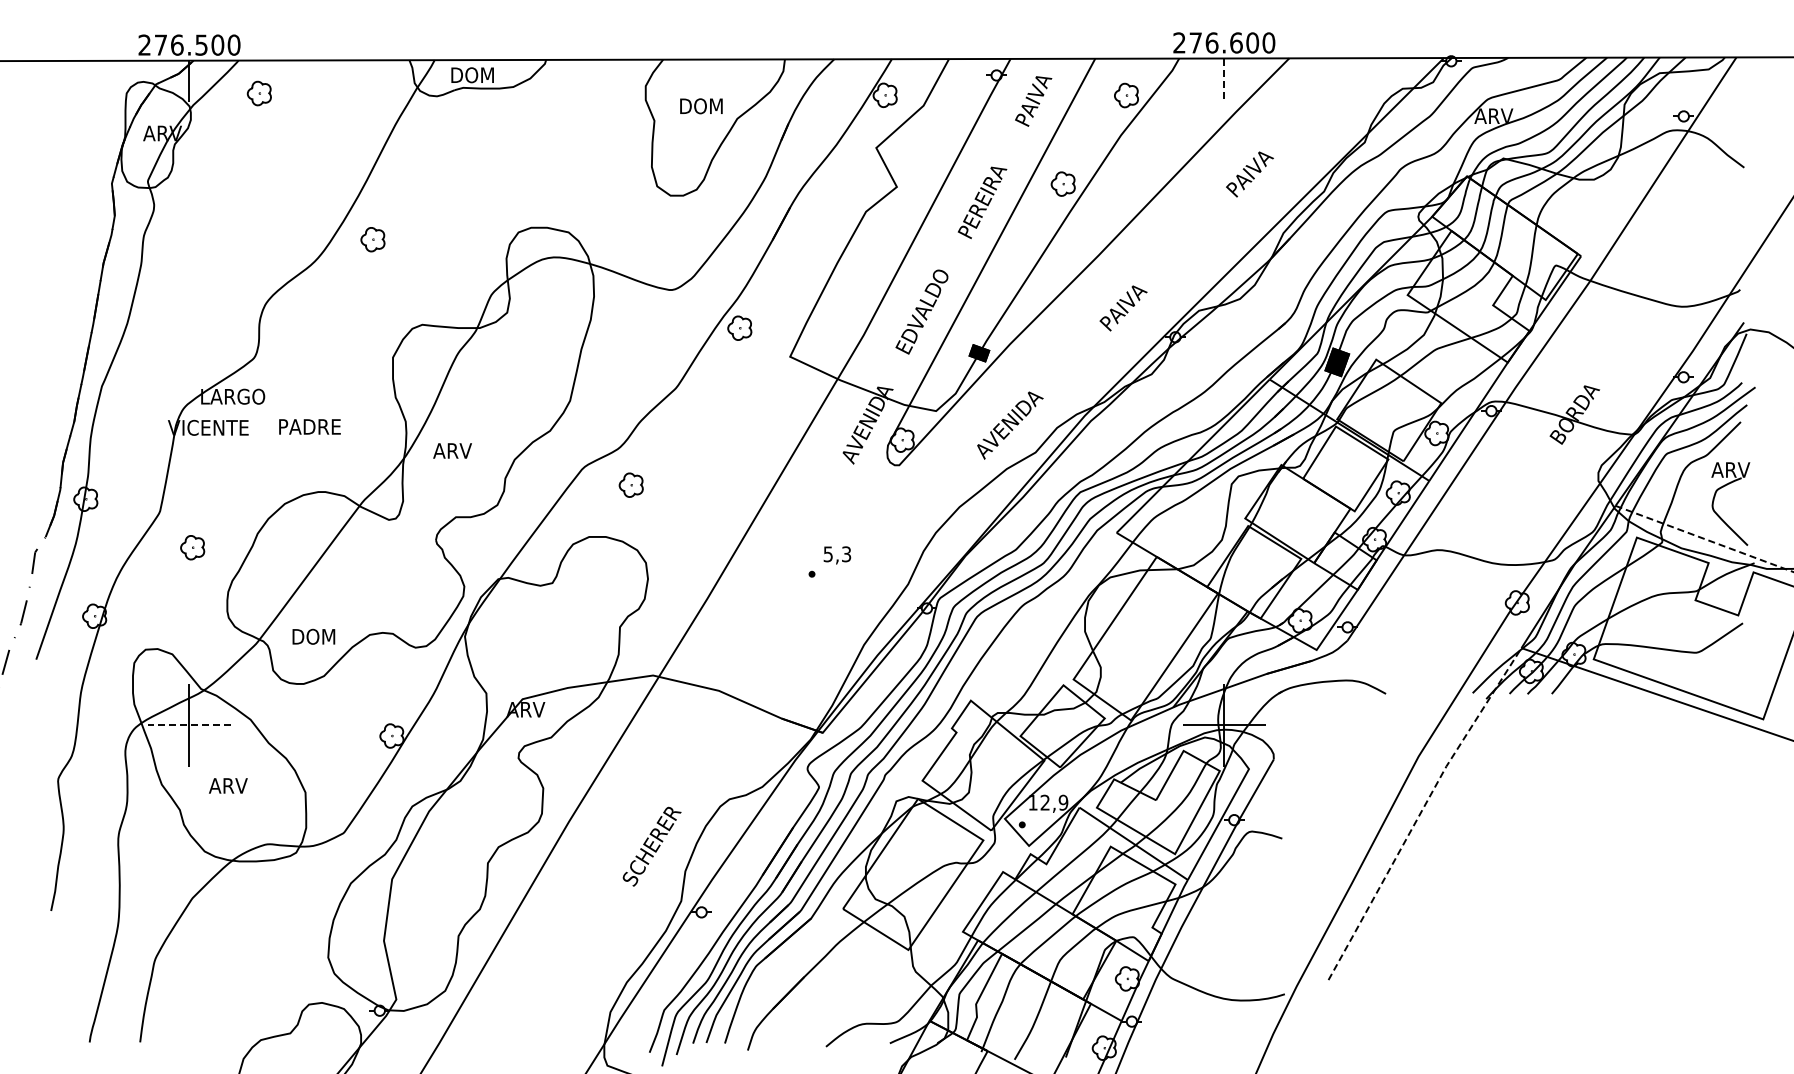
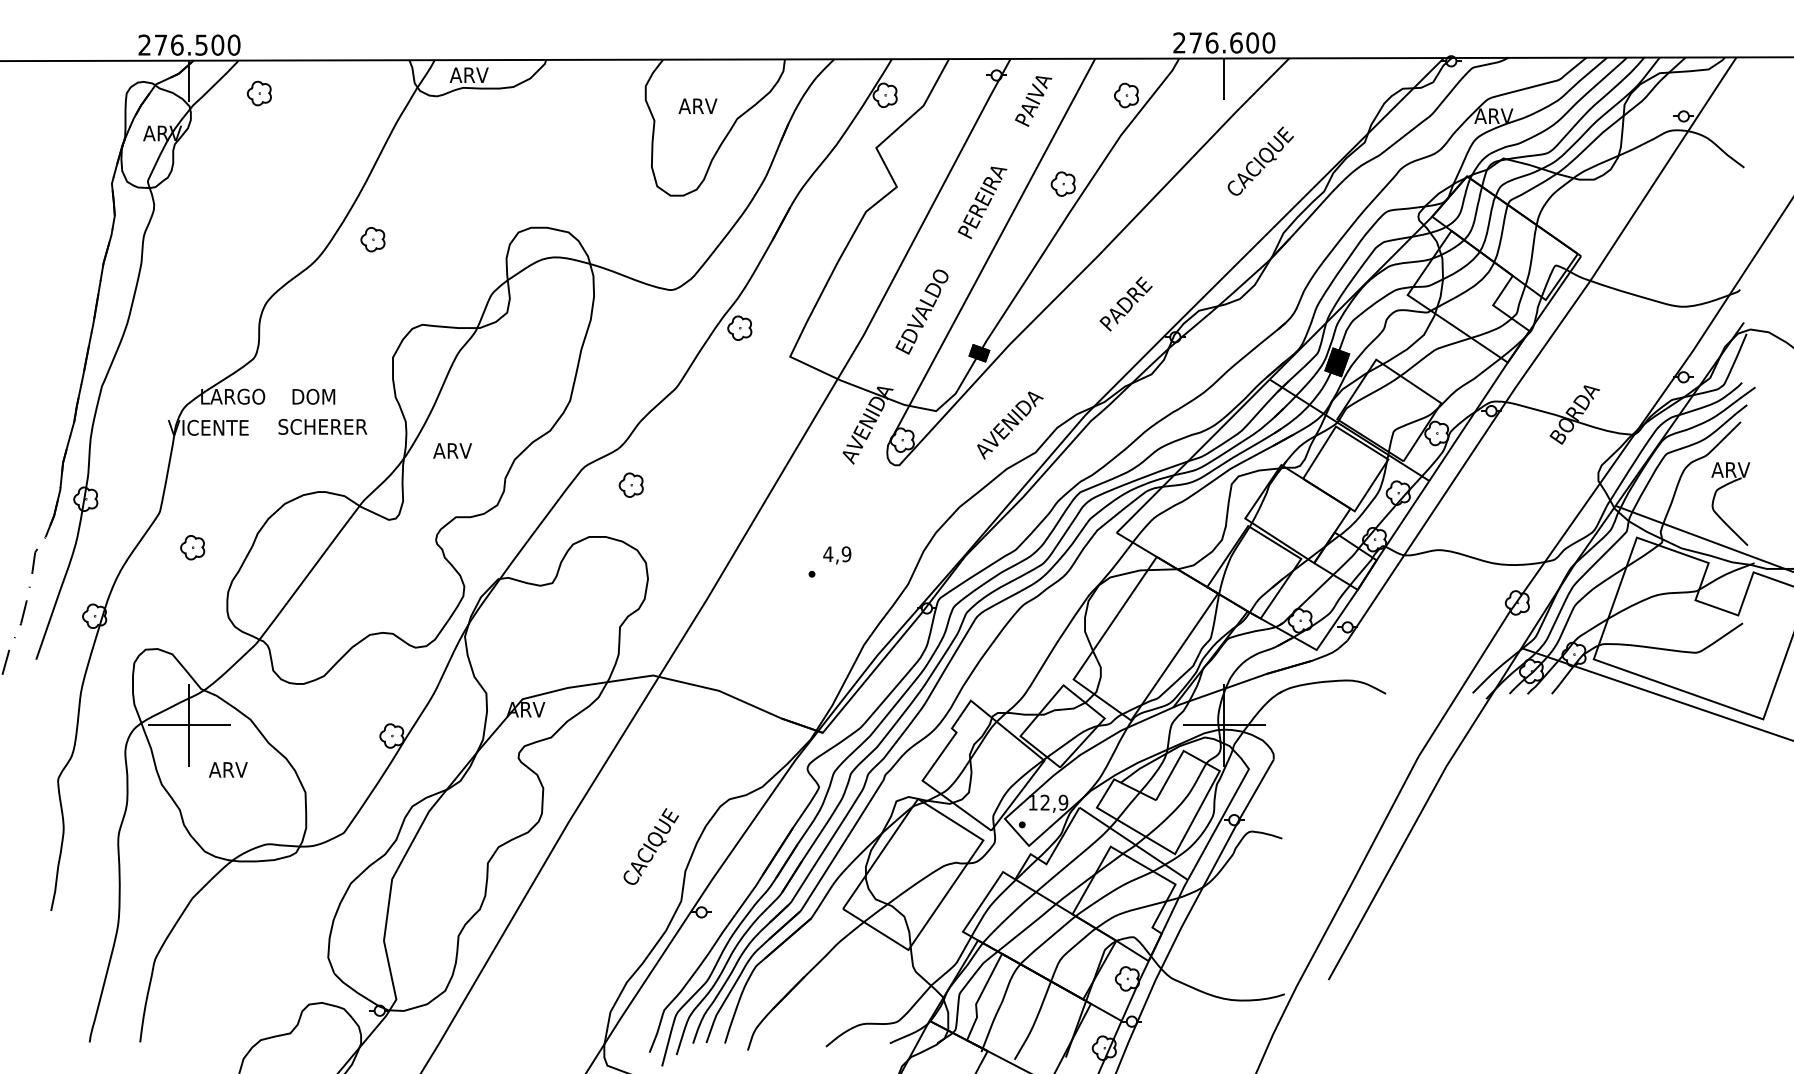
text at (471, 75): DOM -> ARV
line at (1224, 79): dashed -> solid
text at (700, 106): DOM -> ARV
text at (1259, 161): PAIVA -> CACIQUE
text at (1134, 294): PAIVA -> PADRE
text at (322, 426): PADRE -> SCHERER
line at (1704, 538): dashed -> solid
text at (837, 554): 5,3 -> 4,9
text at (313, 636) position: (313, 636) -> (313, 396)
line at (188, 725): dashed -> solid
text at (228, 785) position: (228, 785) -> (228, 769)
line at (1421, 811): dashed -> solid
text at (651, 846): SCHERER -> CACIQUE
